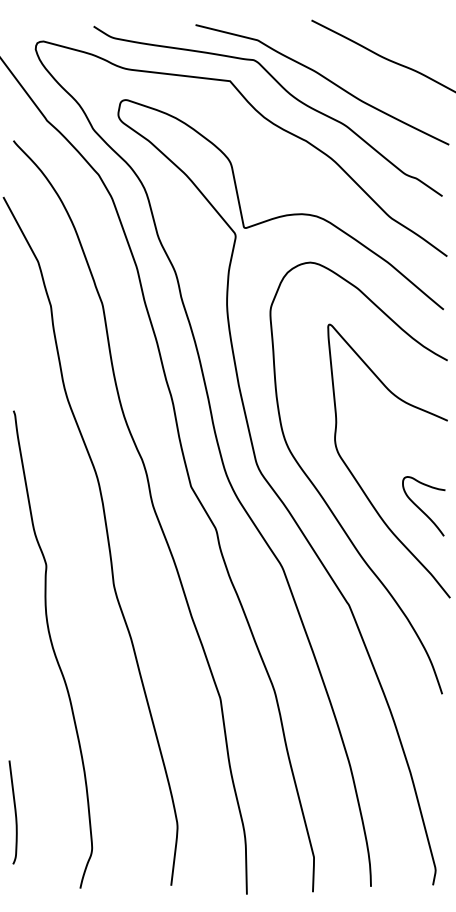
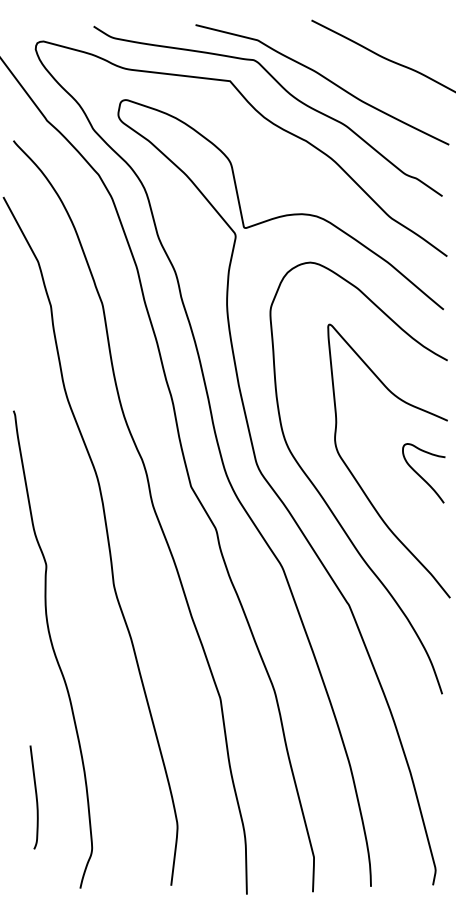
curve at (420, 508) position: (420, 508) -> (420, 475)
curve at (14, 812) position: (14, 812) -> (35, 797)
